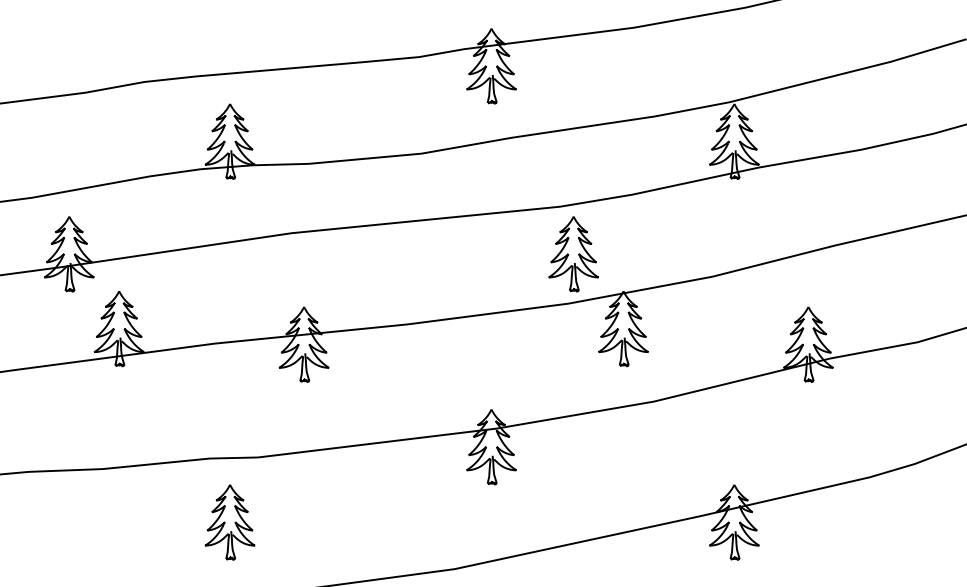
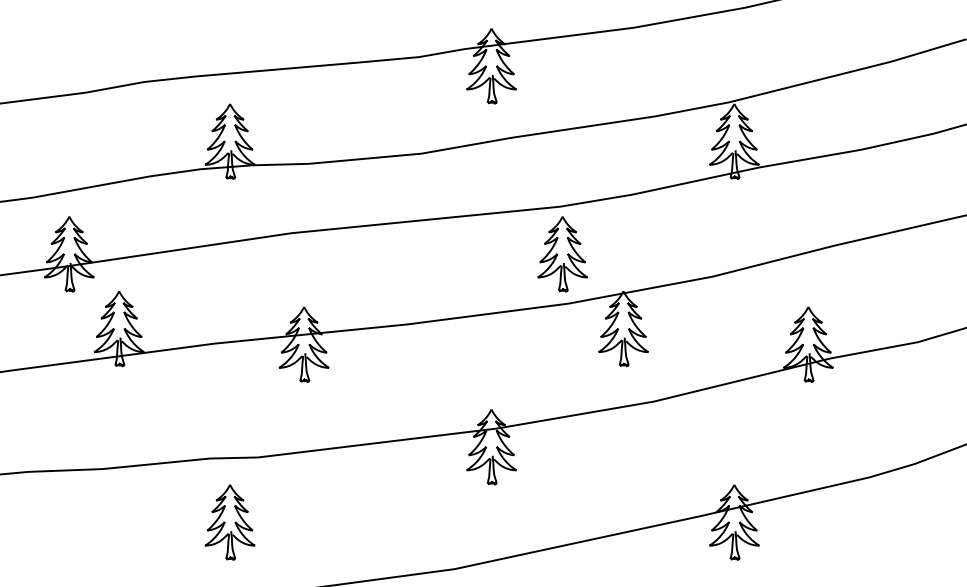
part at (573, 254) position: (573, 254) -> (562, 254)
